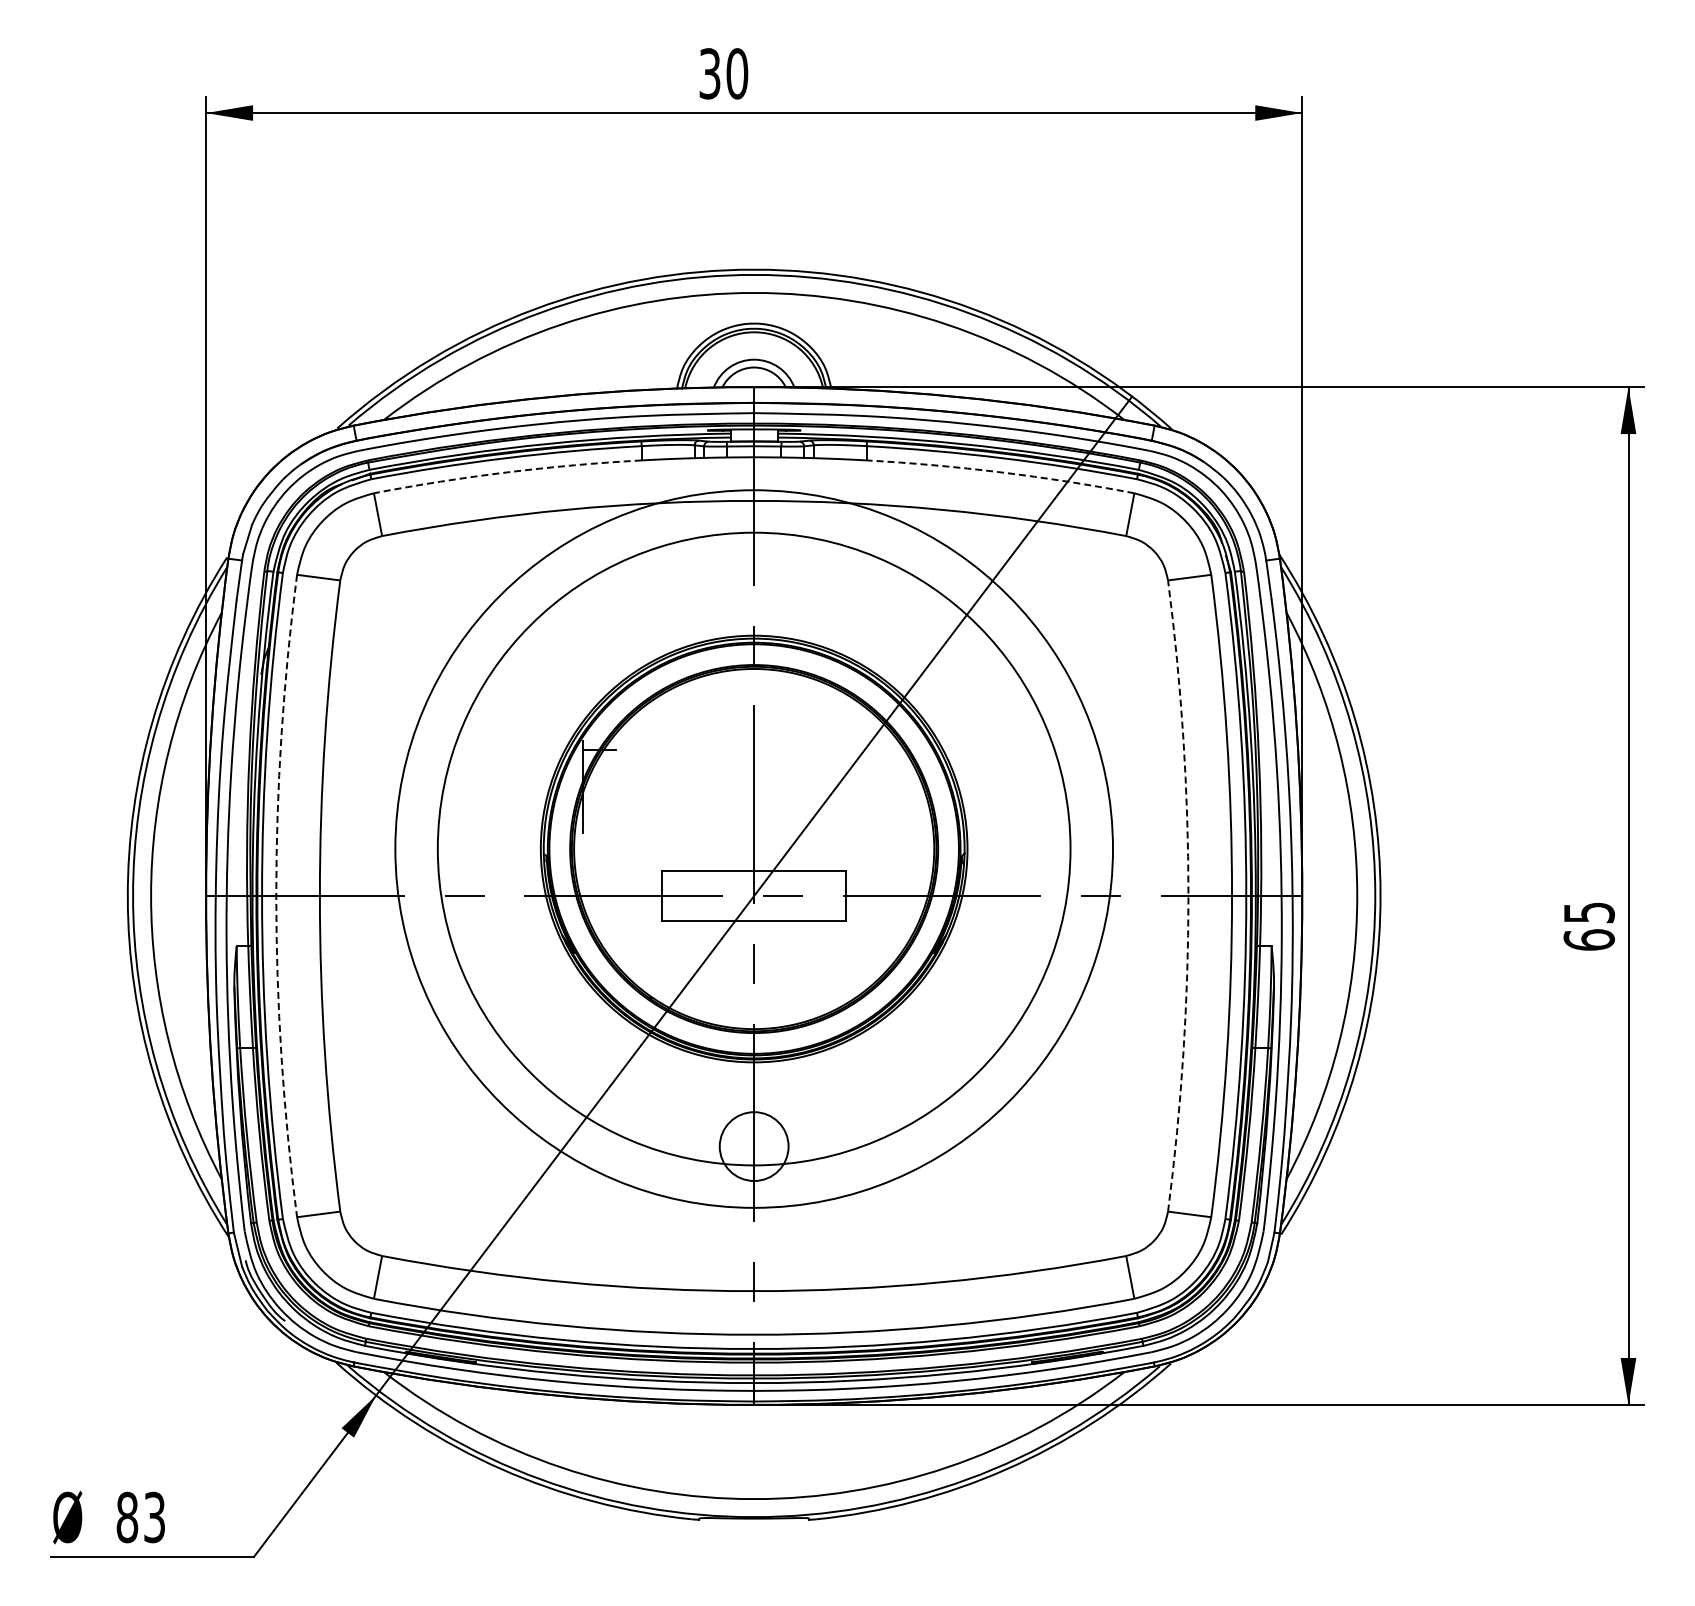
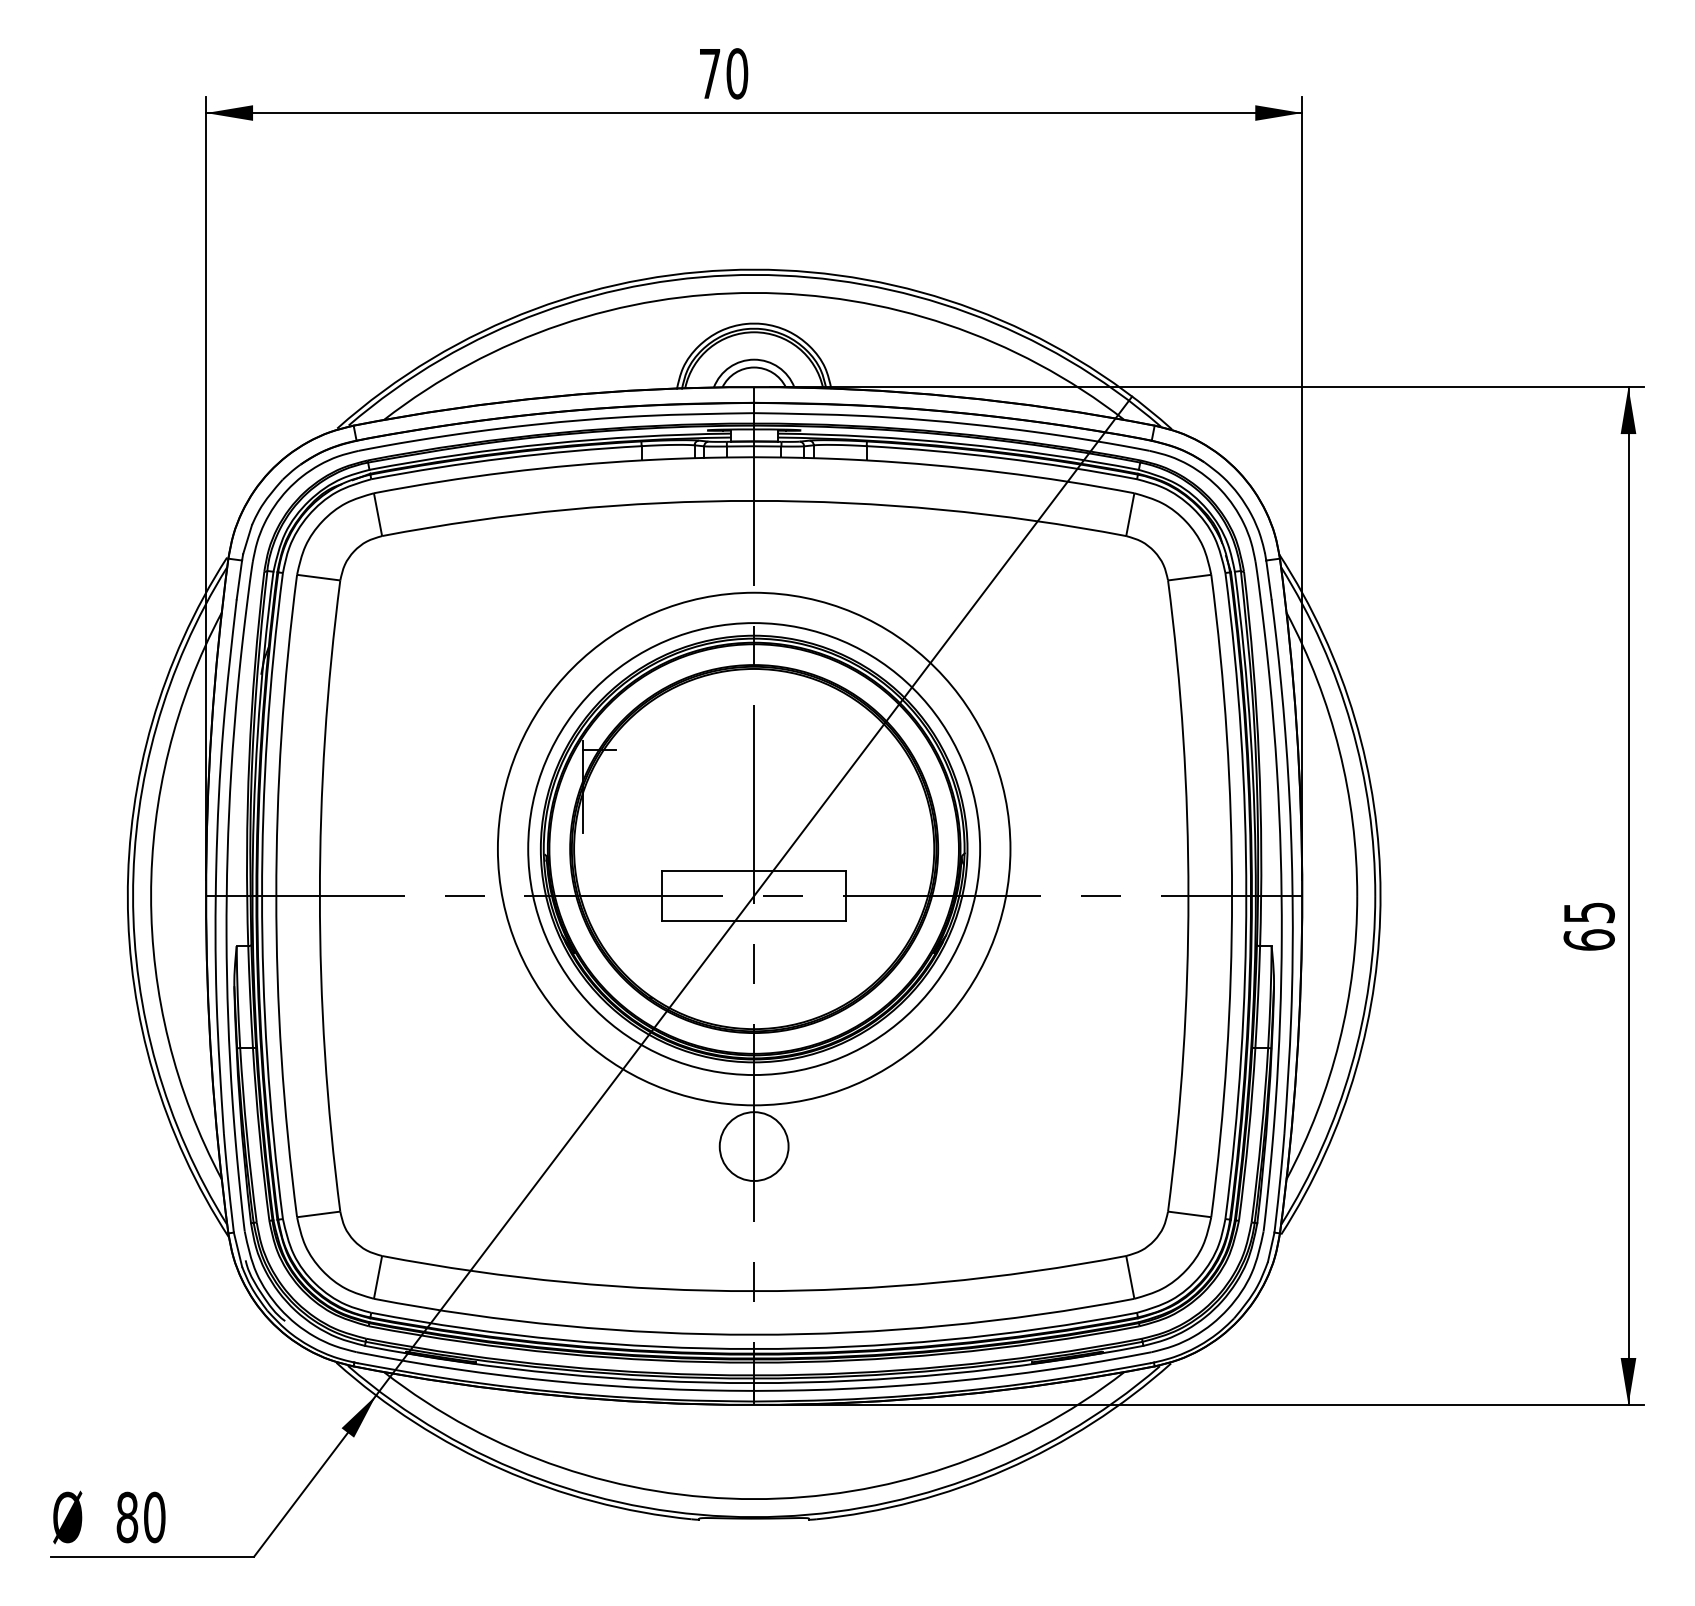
text at (709, 73): 30 -> 70
arc at (507, 472): dashed -> solid
arc at (1001, 472): dashed -> solid
circle at (753, 848) diameter: 633 px -> 452 px
circle at (753, 848) diameter: 718 px -> 513 px
arc at (276, 896): dashed -> solid
arc at (1188, 896): dashed -> solid
text at (154, 1517): 83 -> 80
